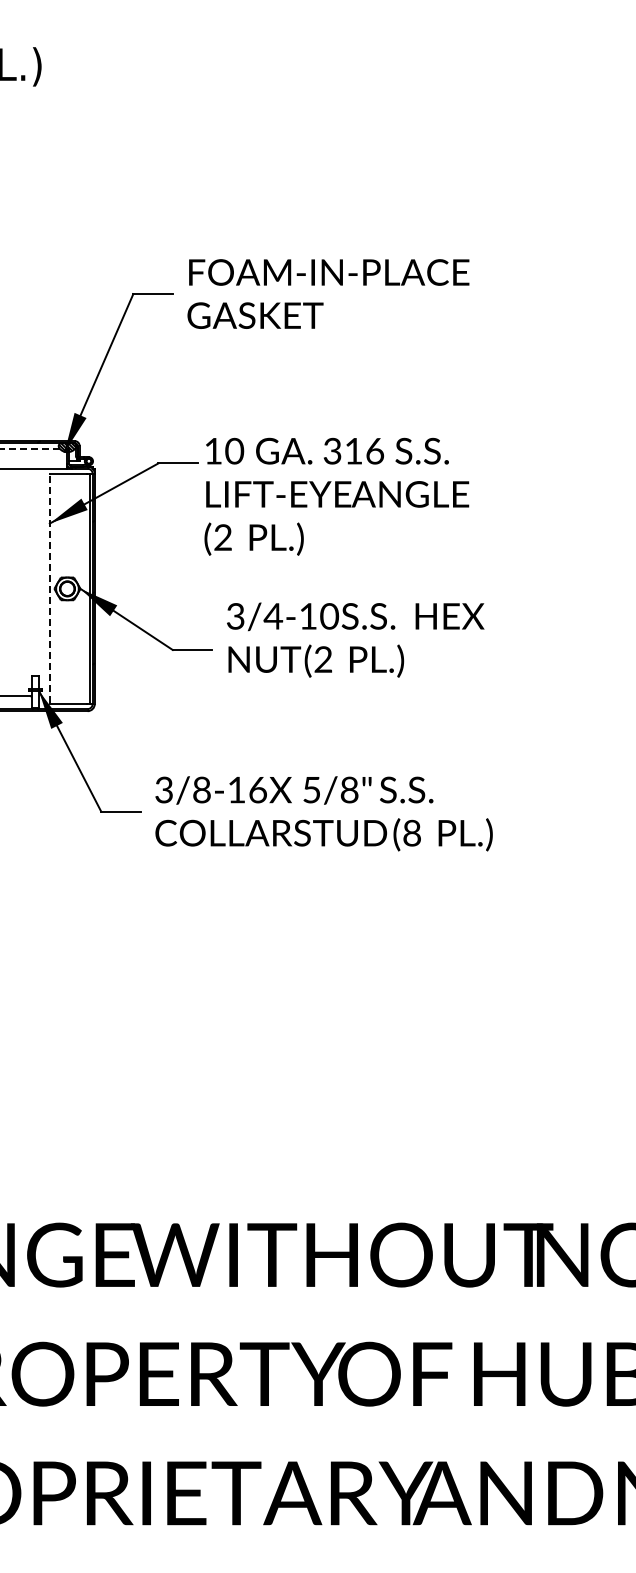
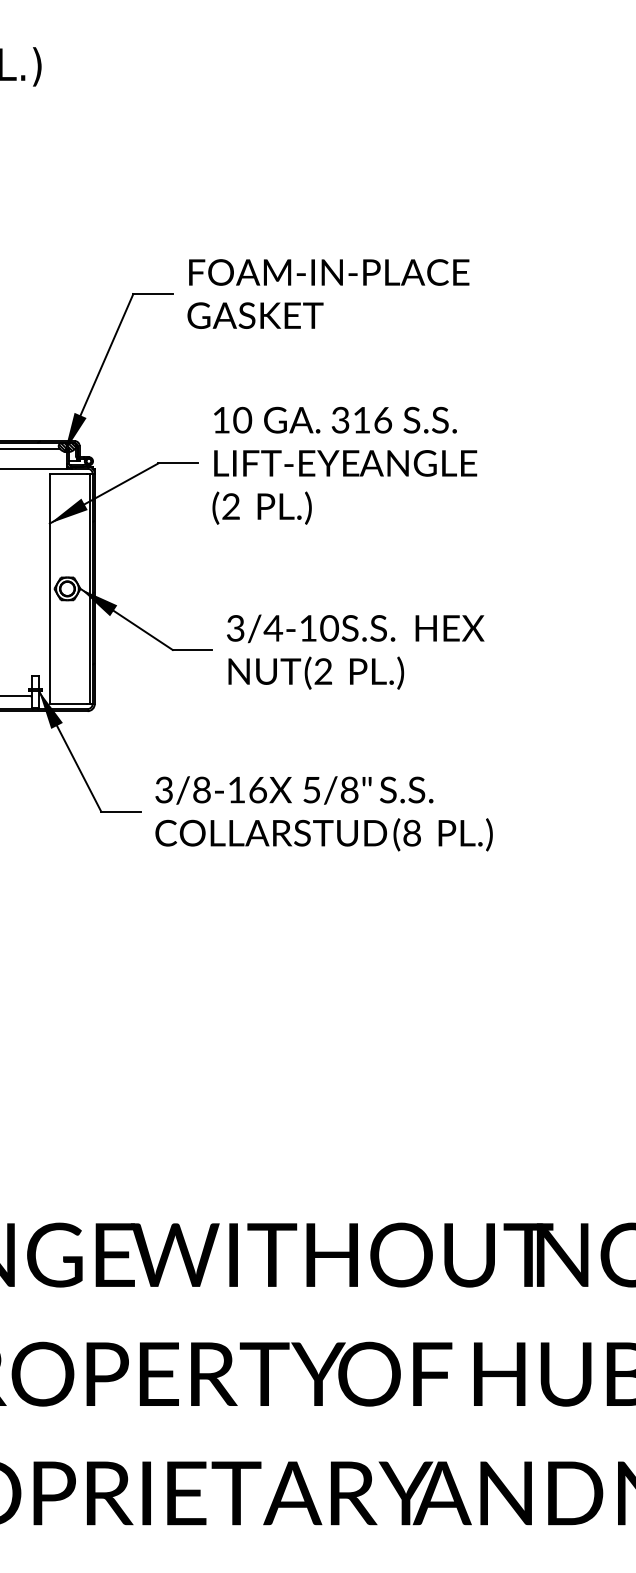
line at (30, 449): dashed -> solid
text at (336, 496) position: (336, 496) -> (344, 465)
line at (49, 588): dashed -> solid
text at (355, 639) position: (355, 639) -> (355, 651)
